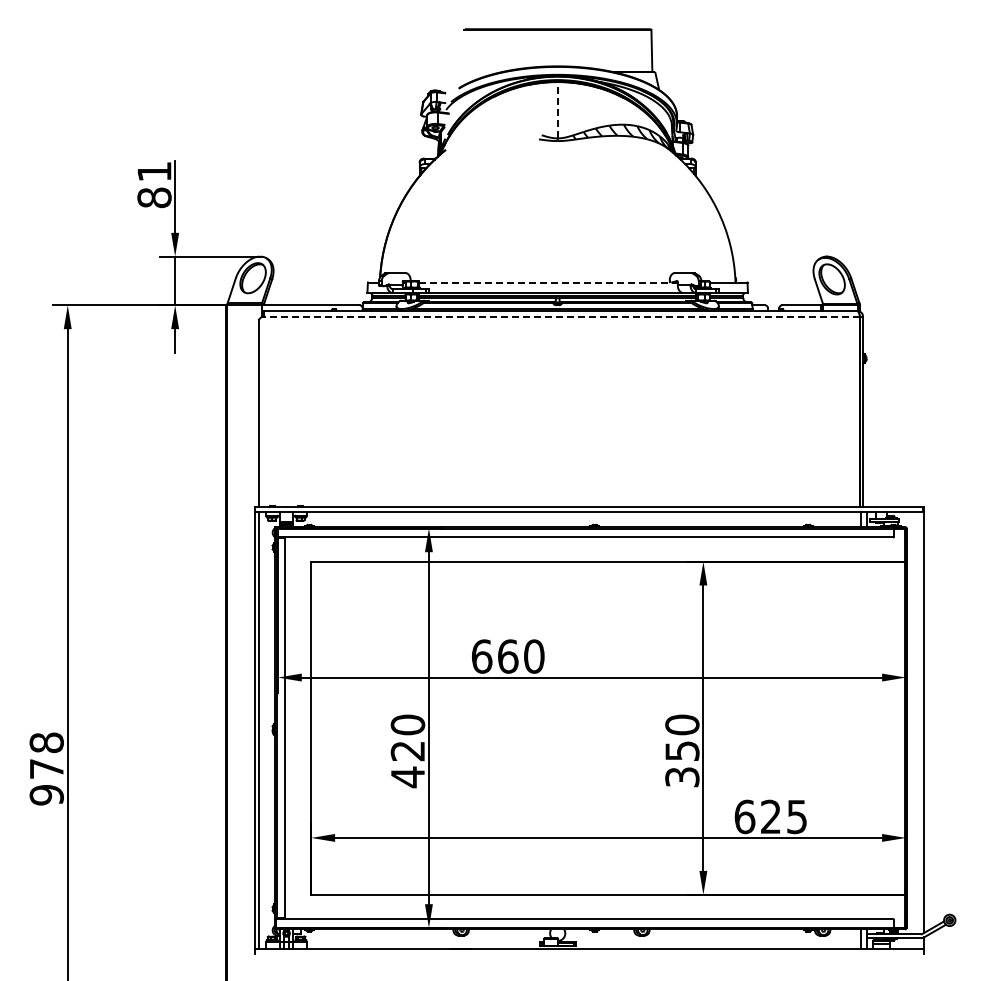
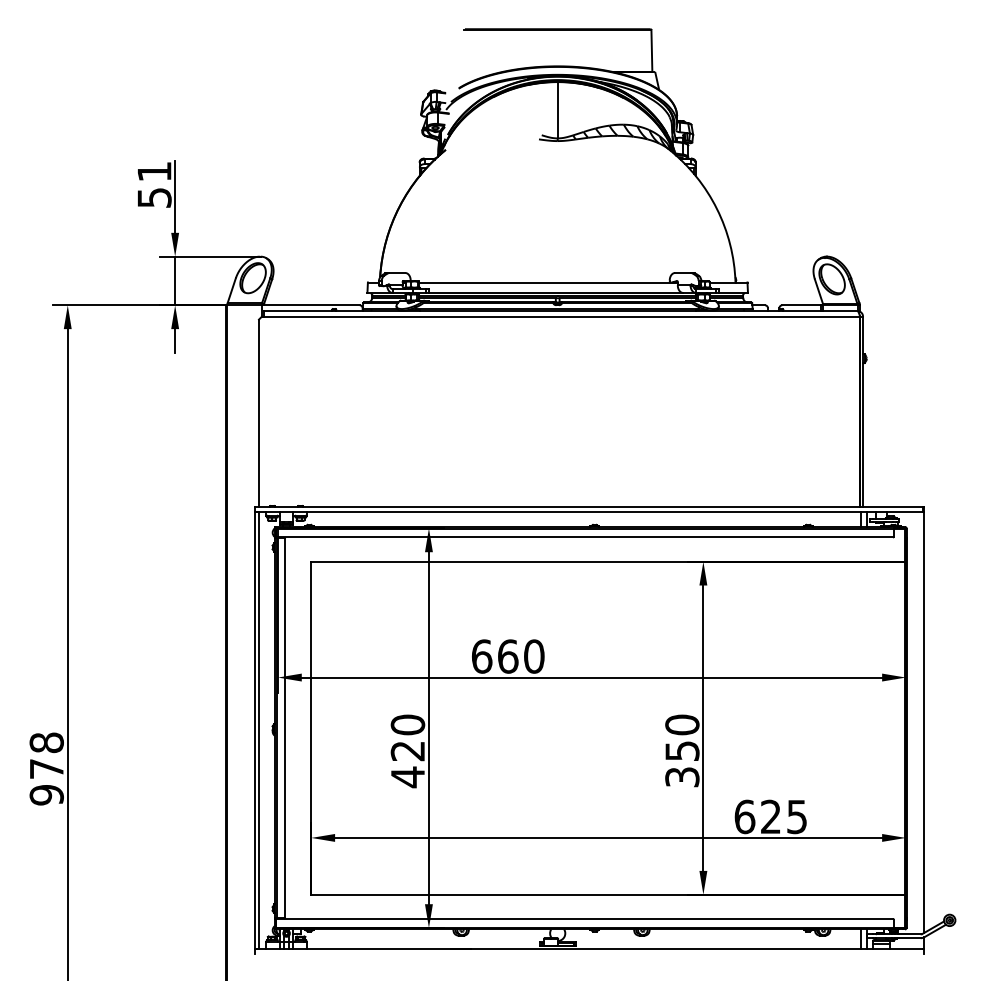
line at (557, 109): dashed -> solid
text at (154, 197): 81 -> 51
line at (548, 282): dashed -> solid
line at (561, 316): dashed -> solid
